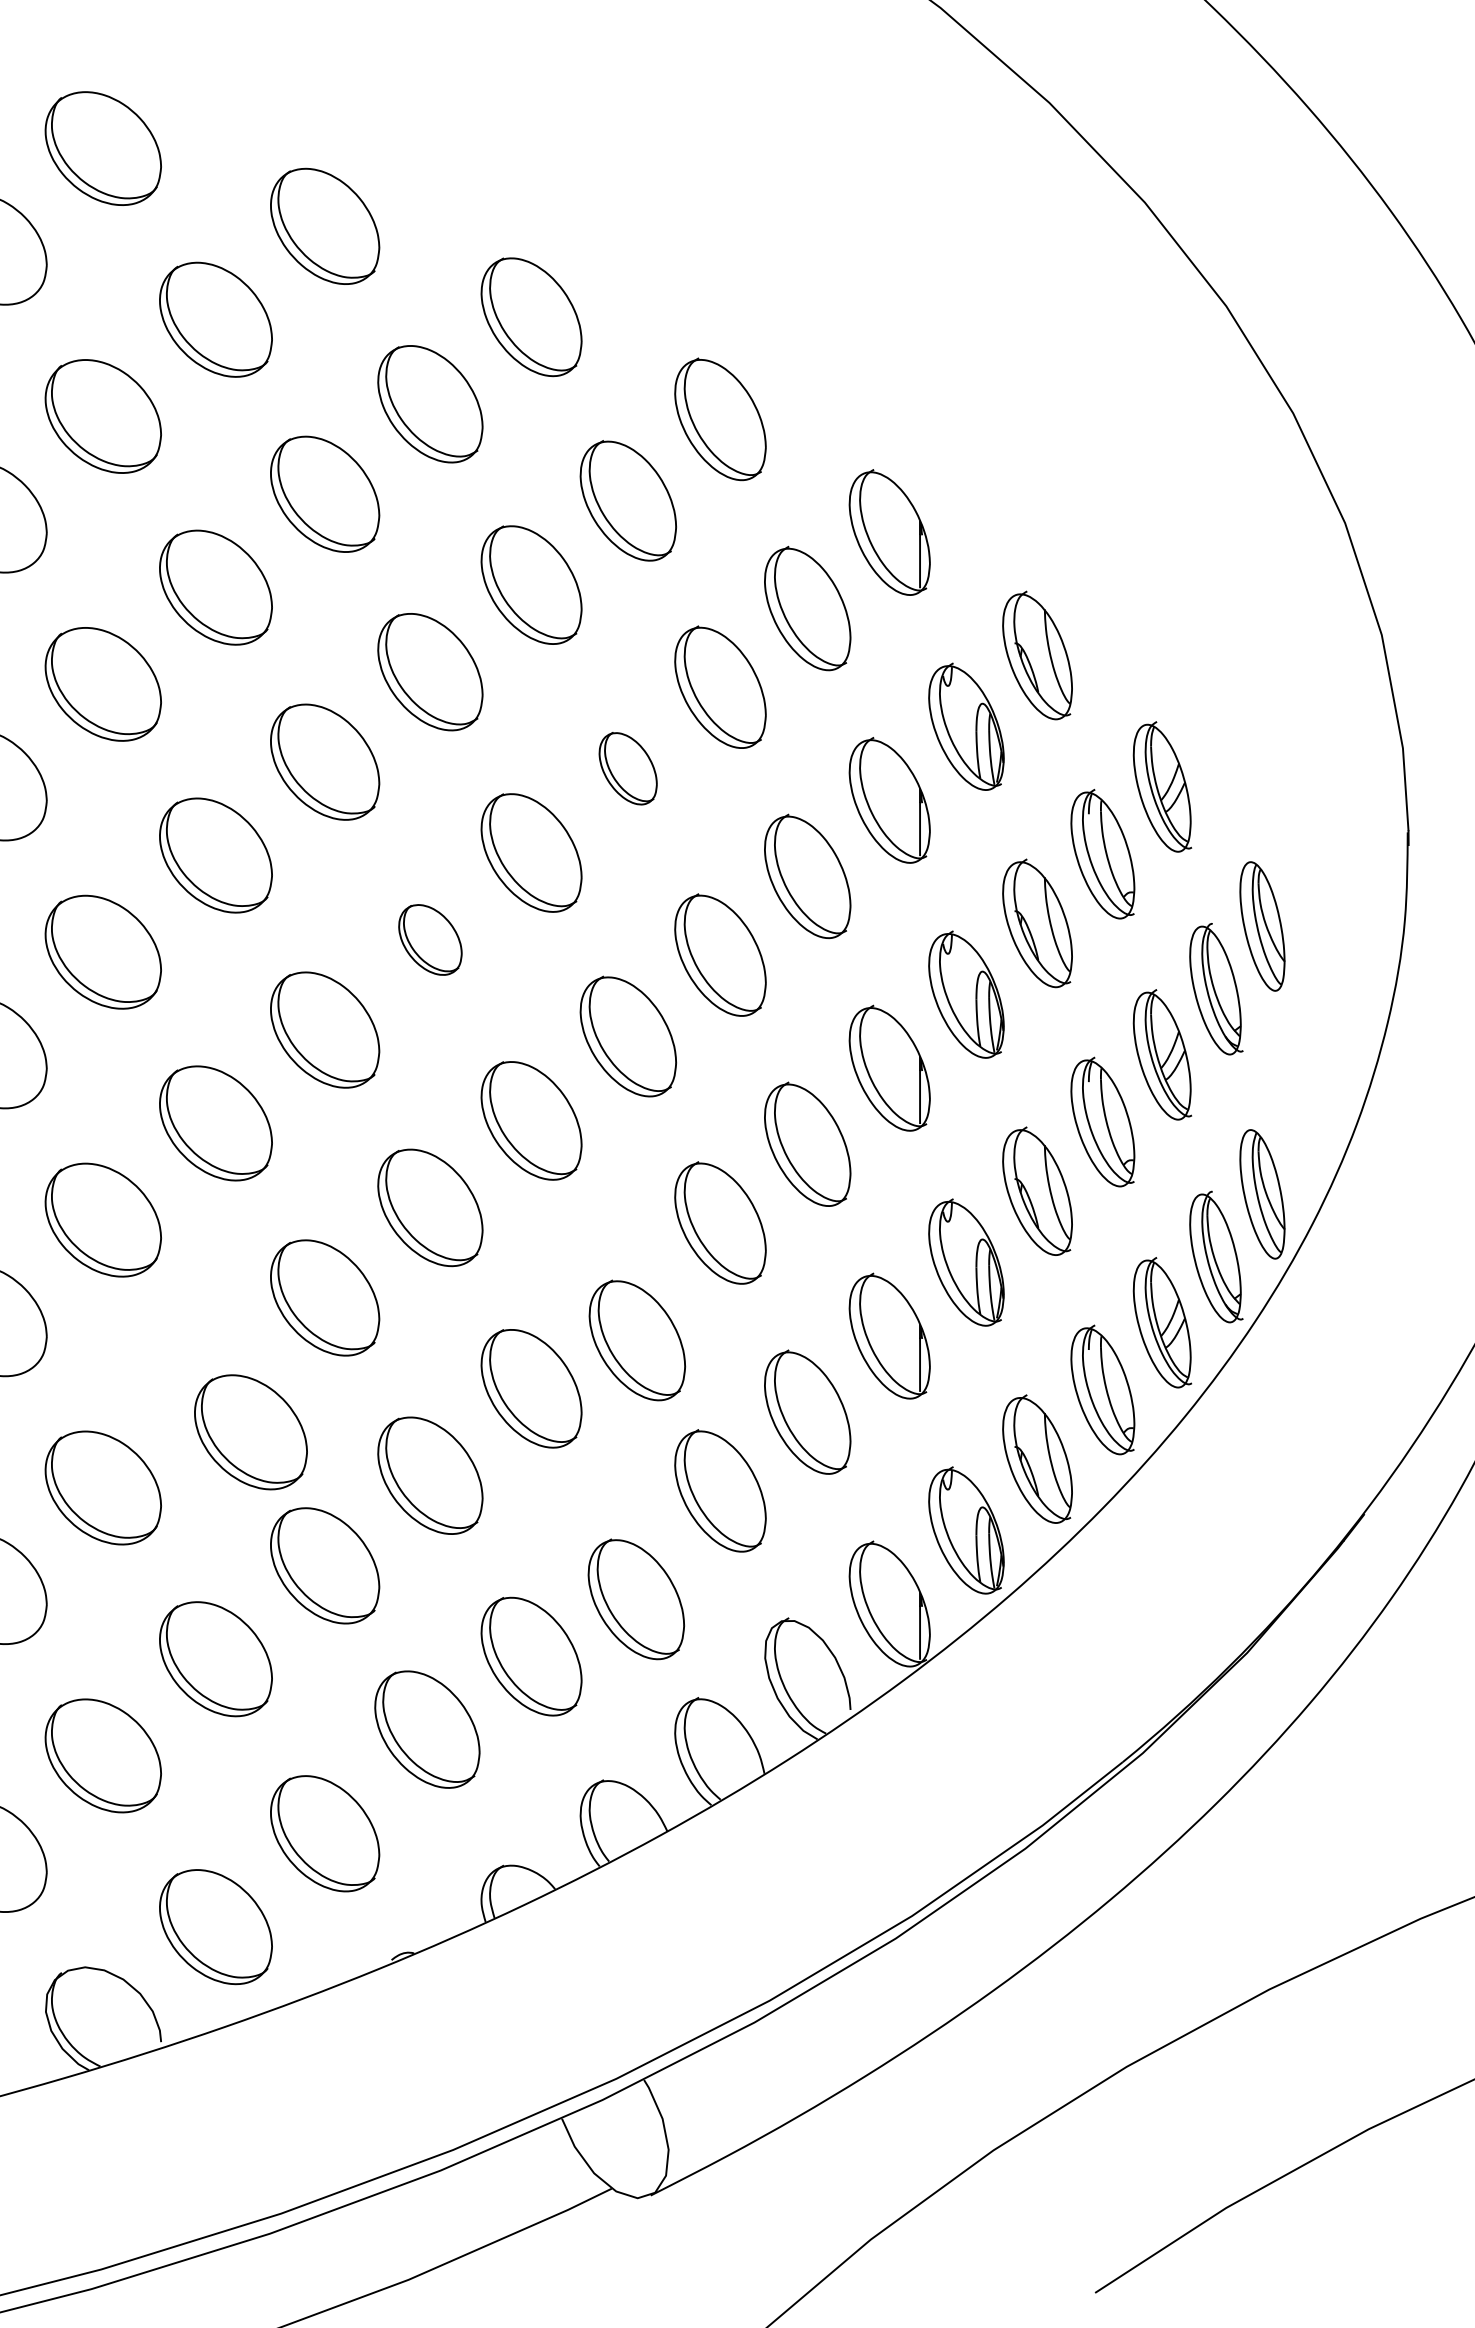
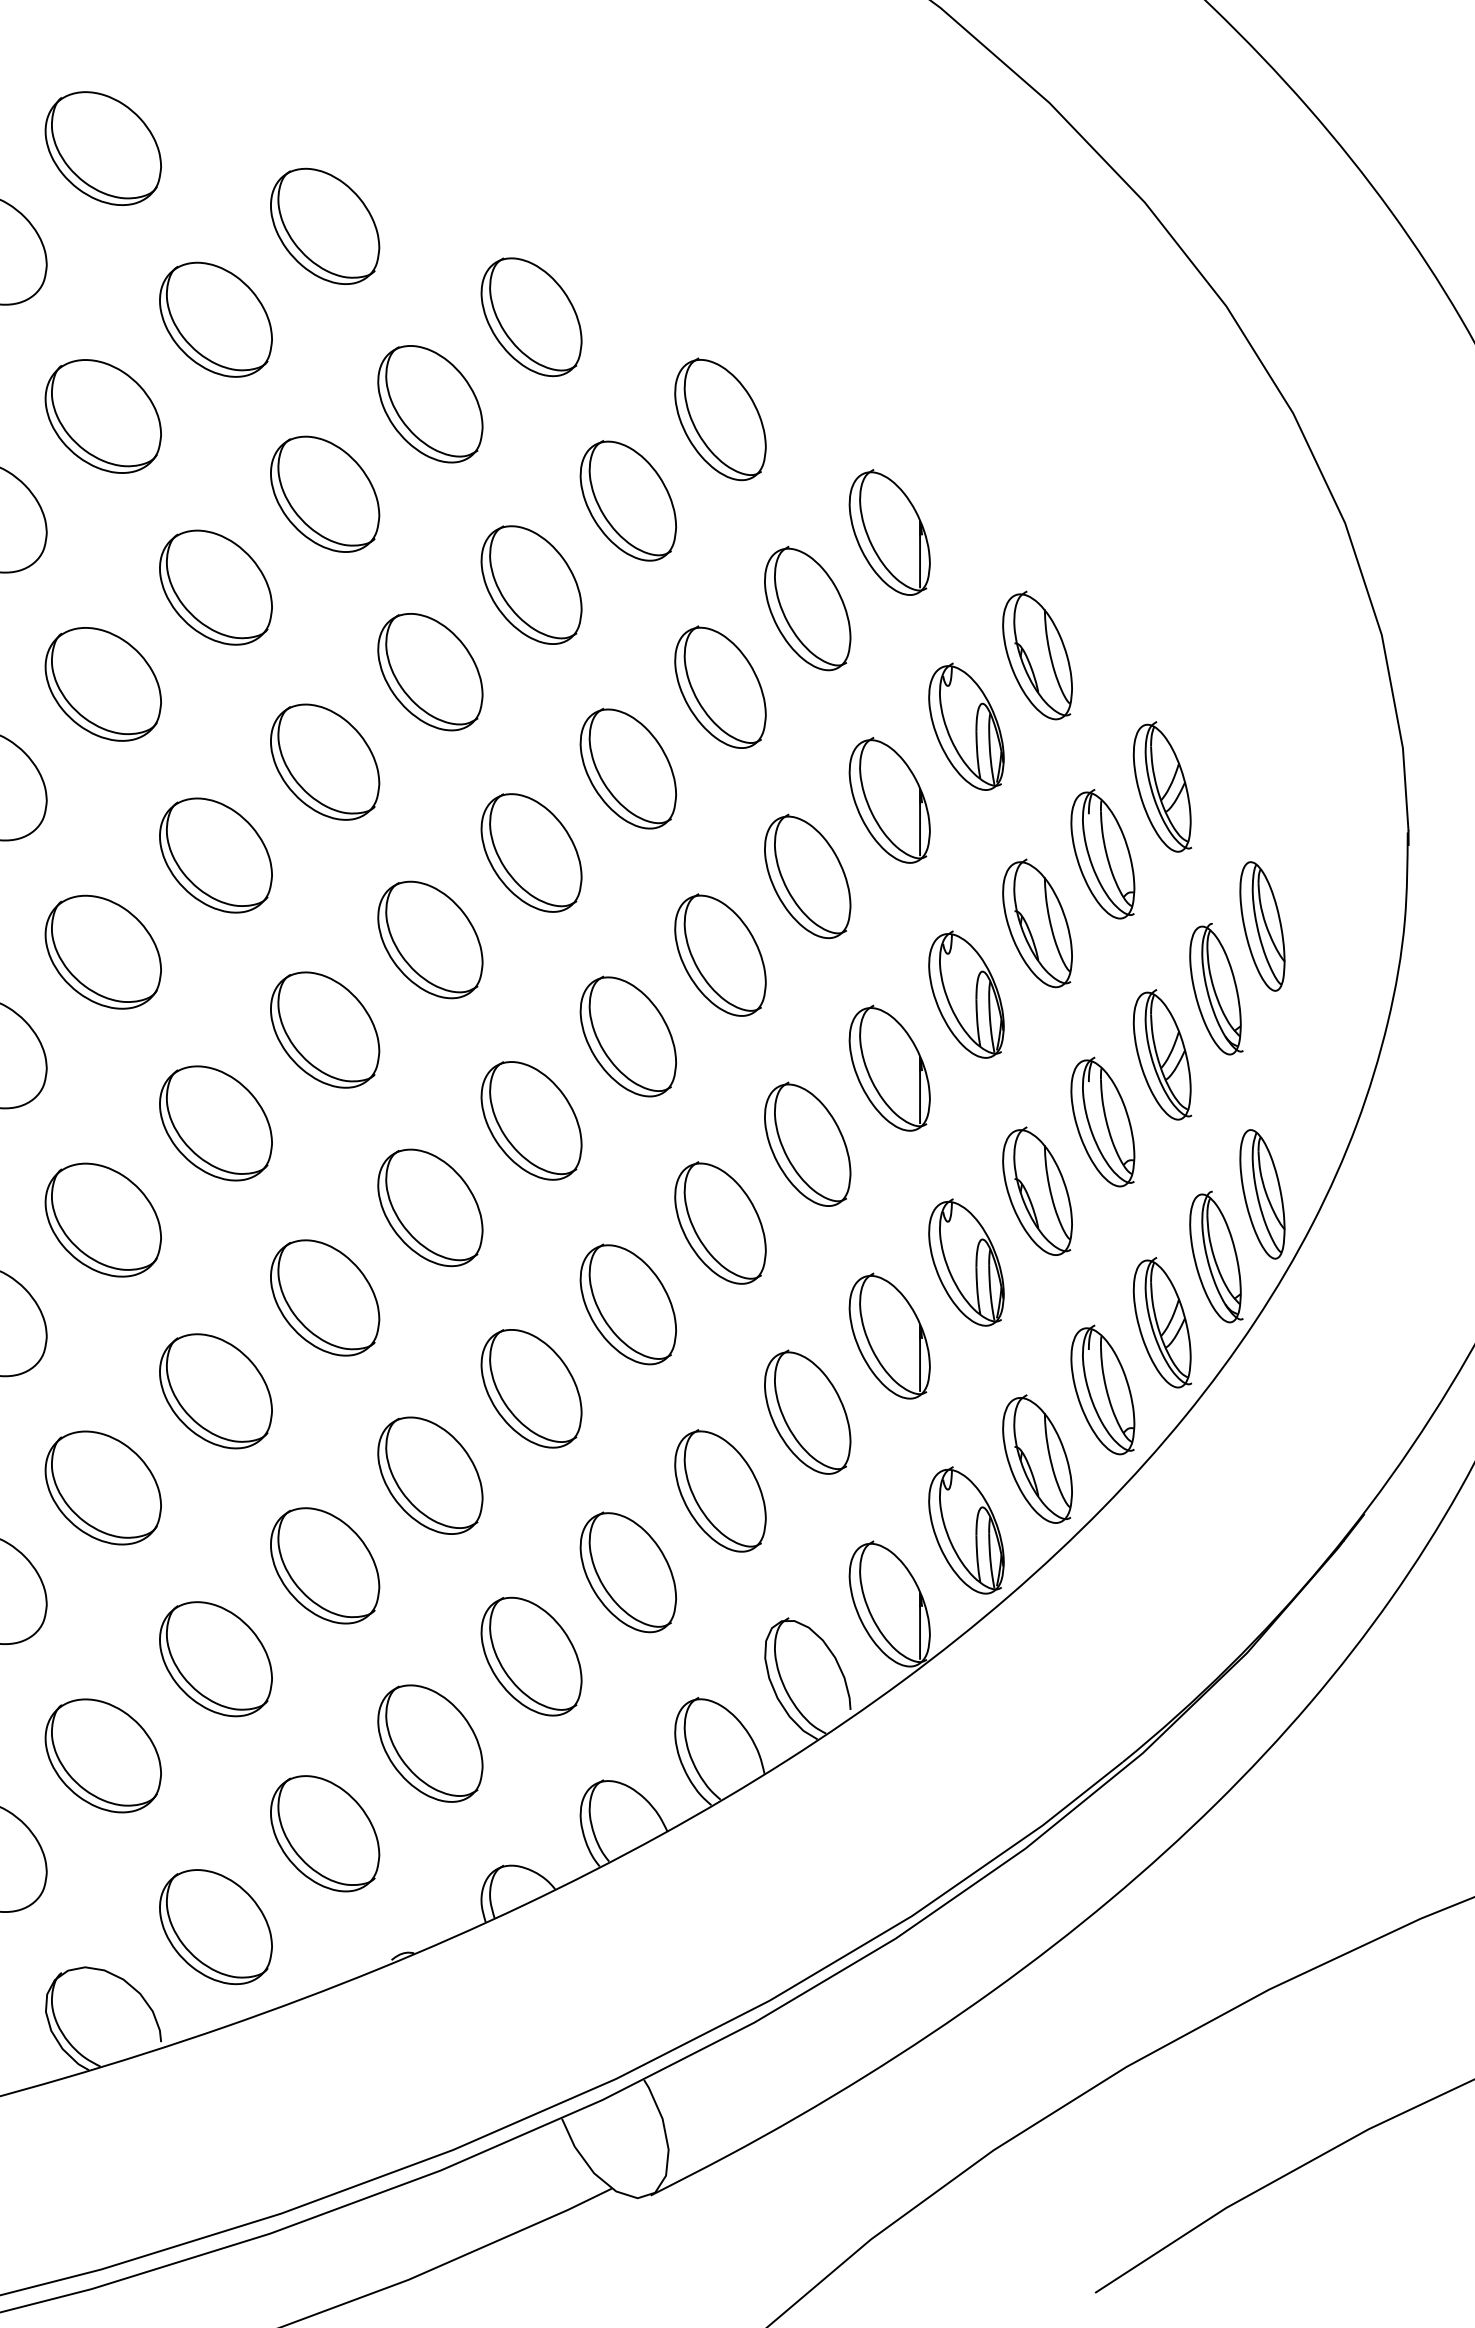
part at (627, 768) size: 60x74 px -> 98x123 px
part at (430, 939) size: 65x72 px -> 107x120 px
part at (636, 1340) position: (636, 1340) -> (627, 1304)
part at (250, 1432) position: (250, 1432) -> (215, 1391)
part at (635, 1599) position: (635, 1599) -> (627, 1572)
part at (427, 1729) position: (427, 1729) -> (430, 1743)
